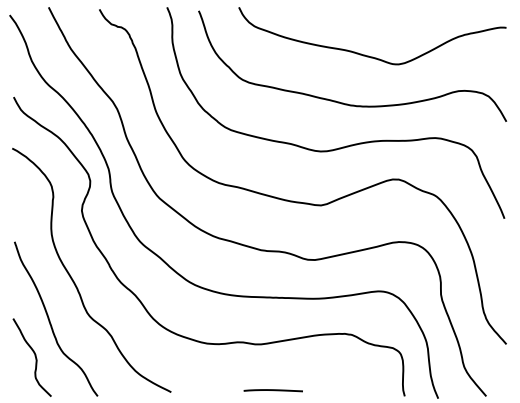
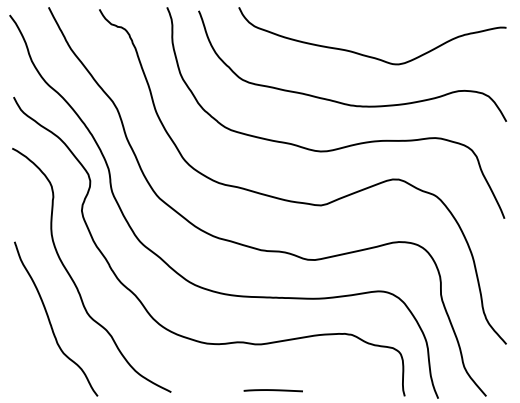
curve at (34, 356): present -> none
